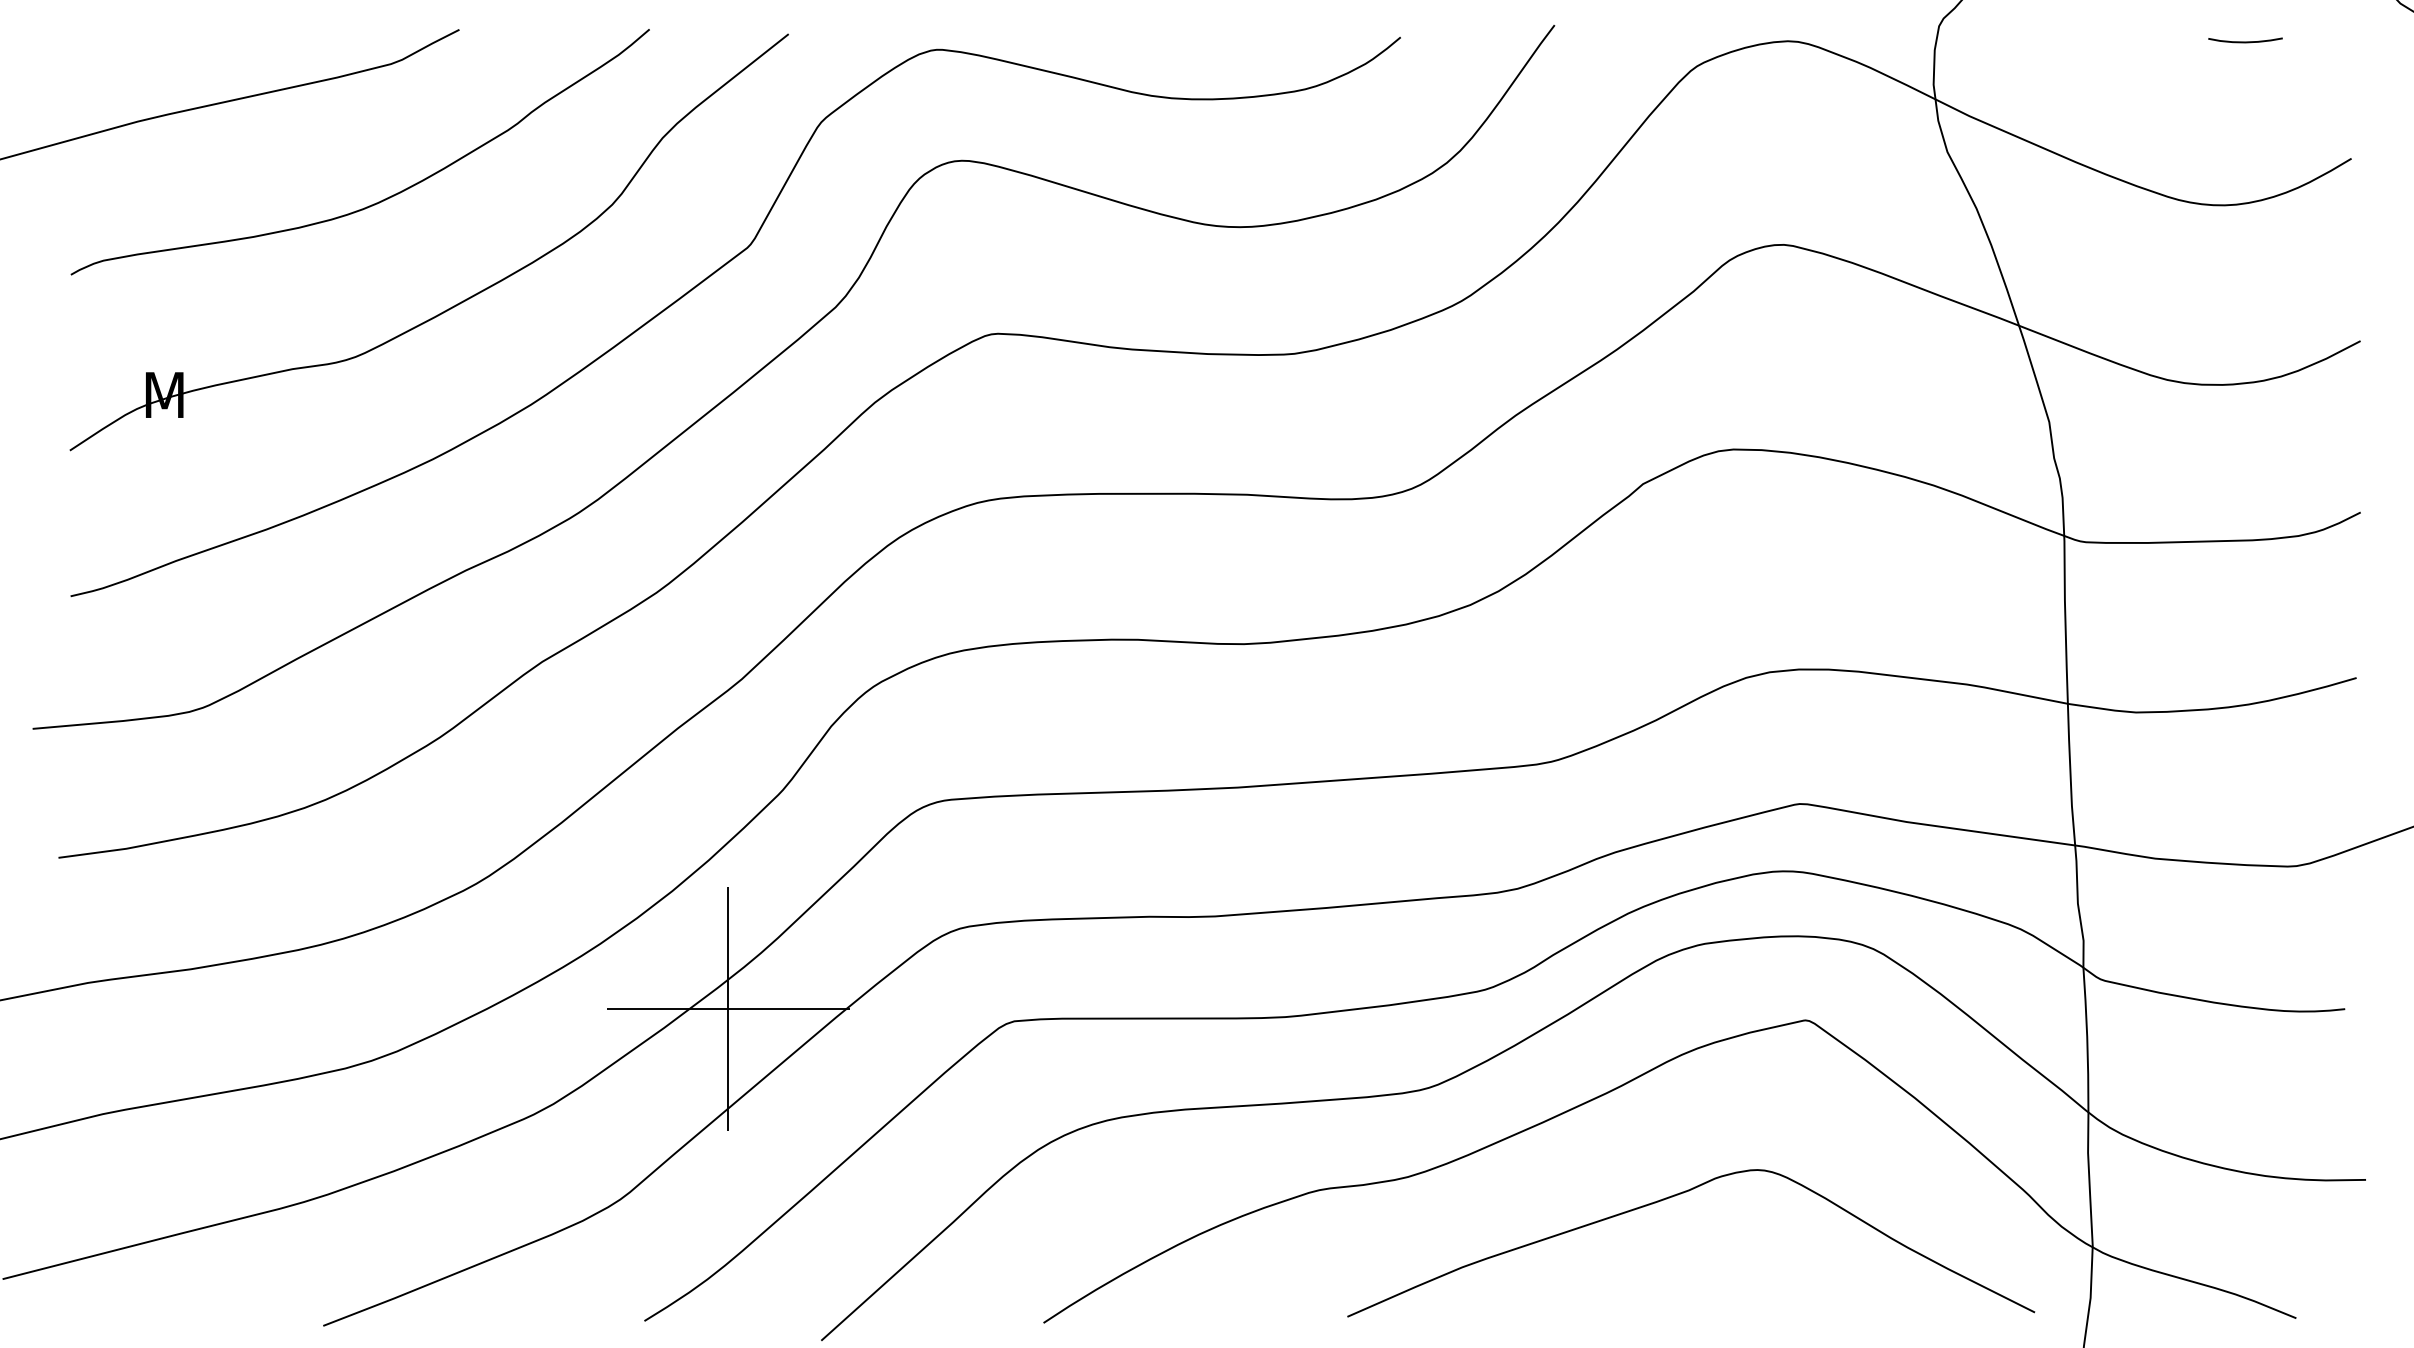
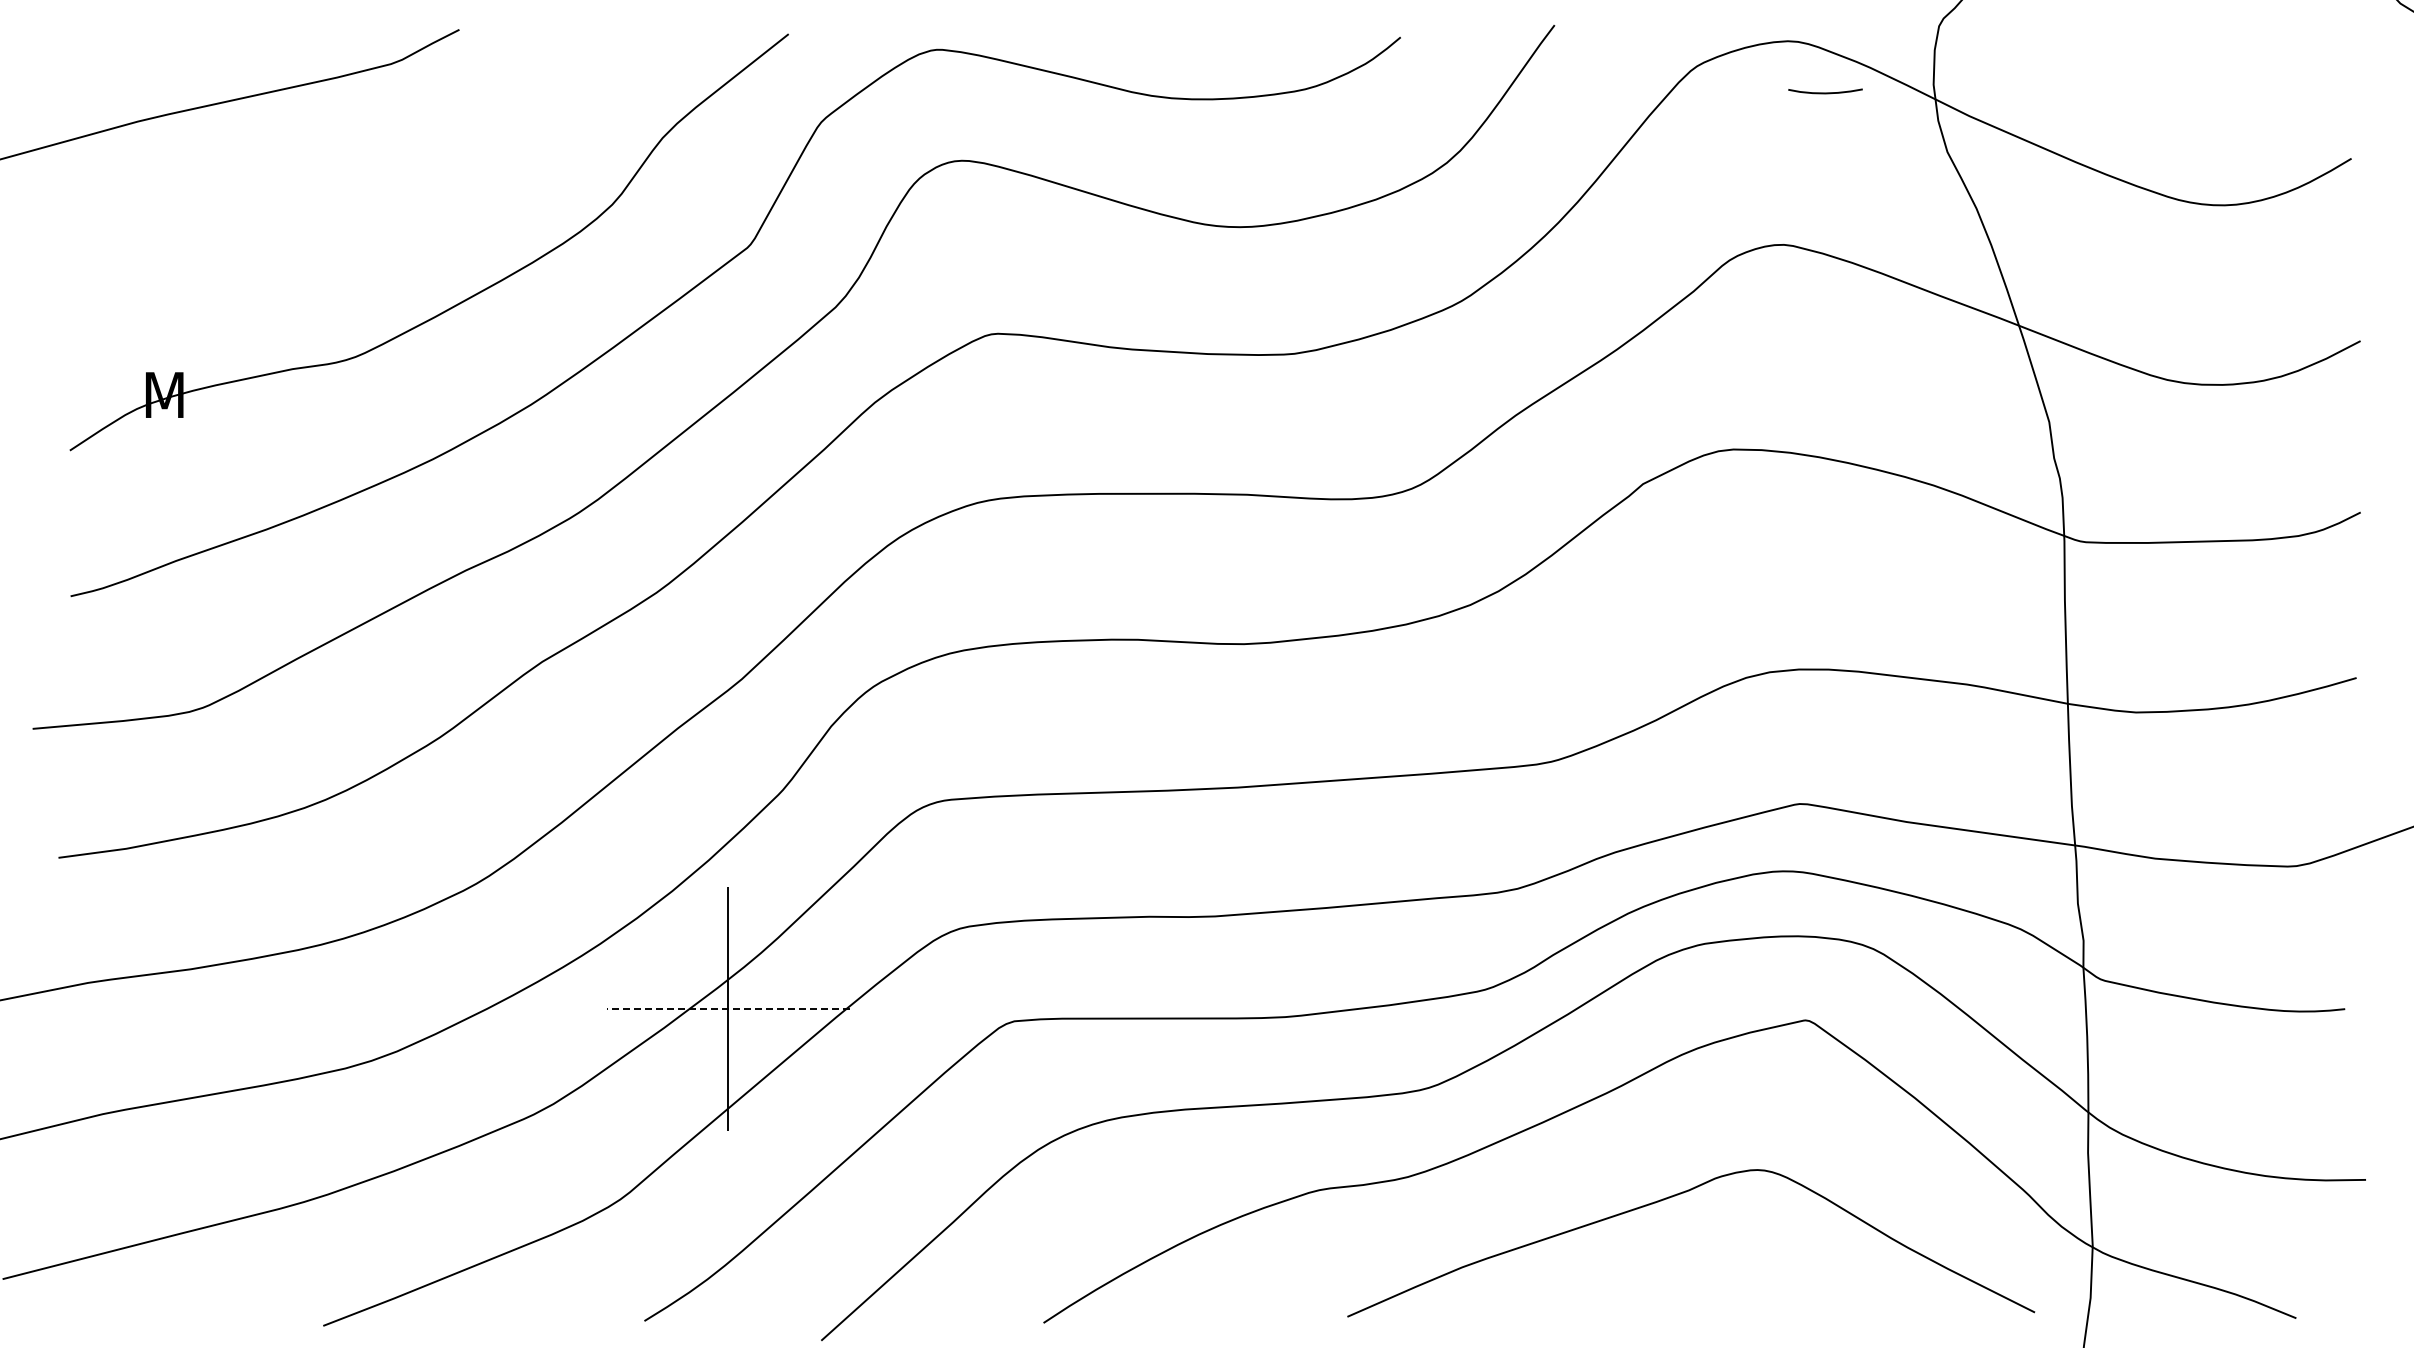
curve at (2245, 41) position: (2245, 41) -> (1825, 92)
curve at (382, 199): present -> none
line at (728, 1009): solid -> dashed
